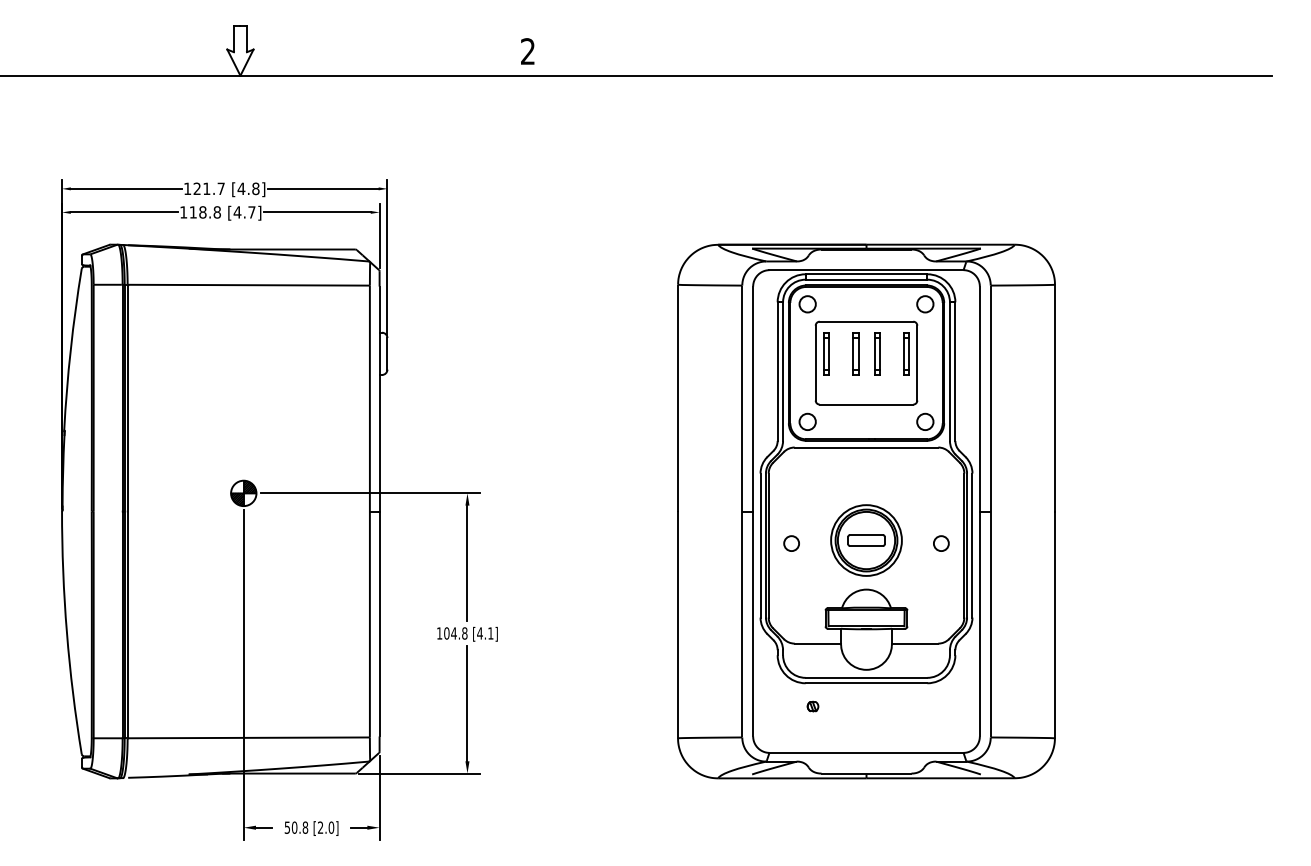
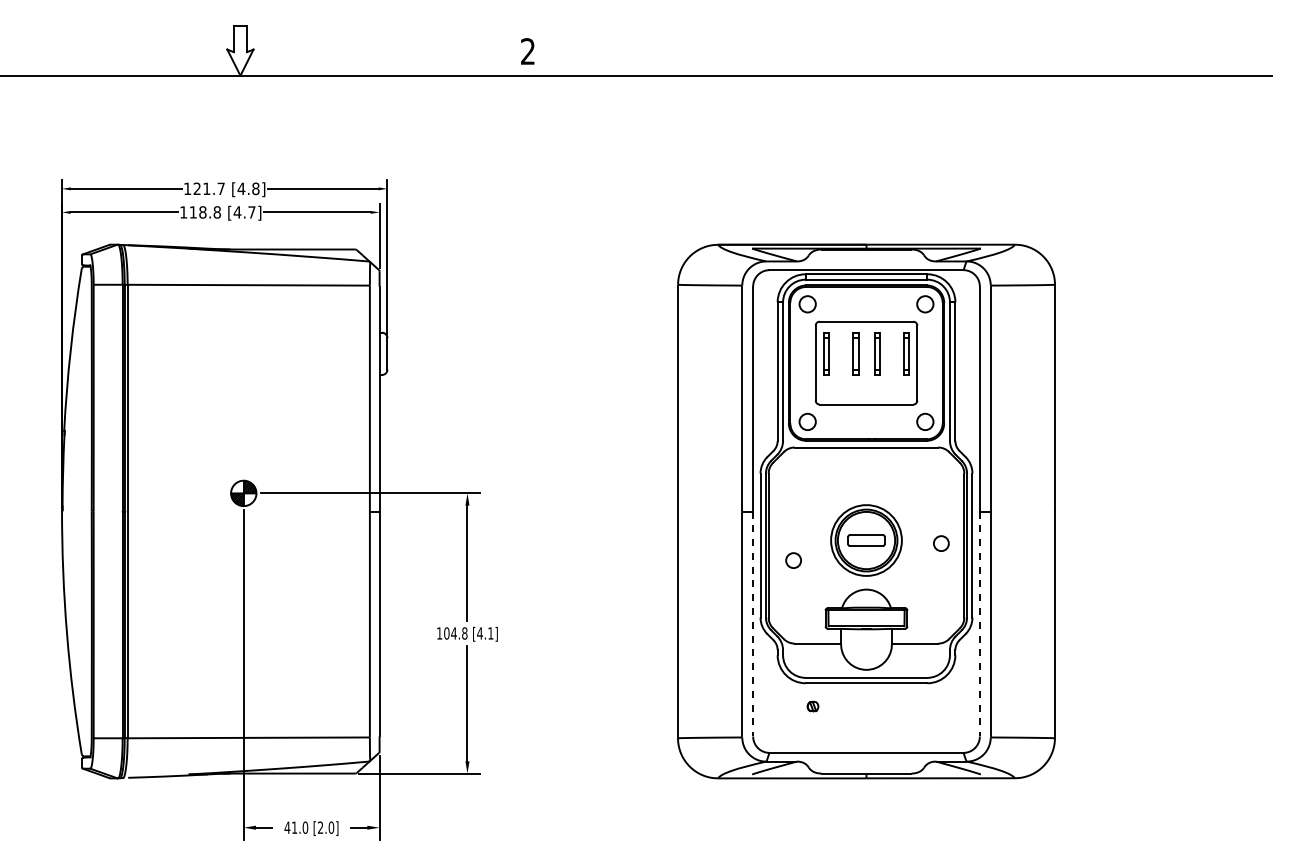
circle at (791, 543) position: (791, 543) -> (793, 560)
line at (753, 624): solid -> dashed
line at (979, 624): solid -> dashed
text at (296, 827): 50.8 -> 41.0
